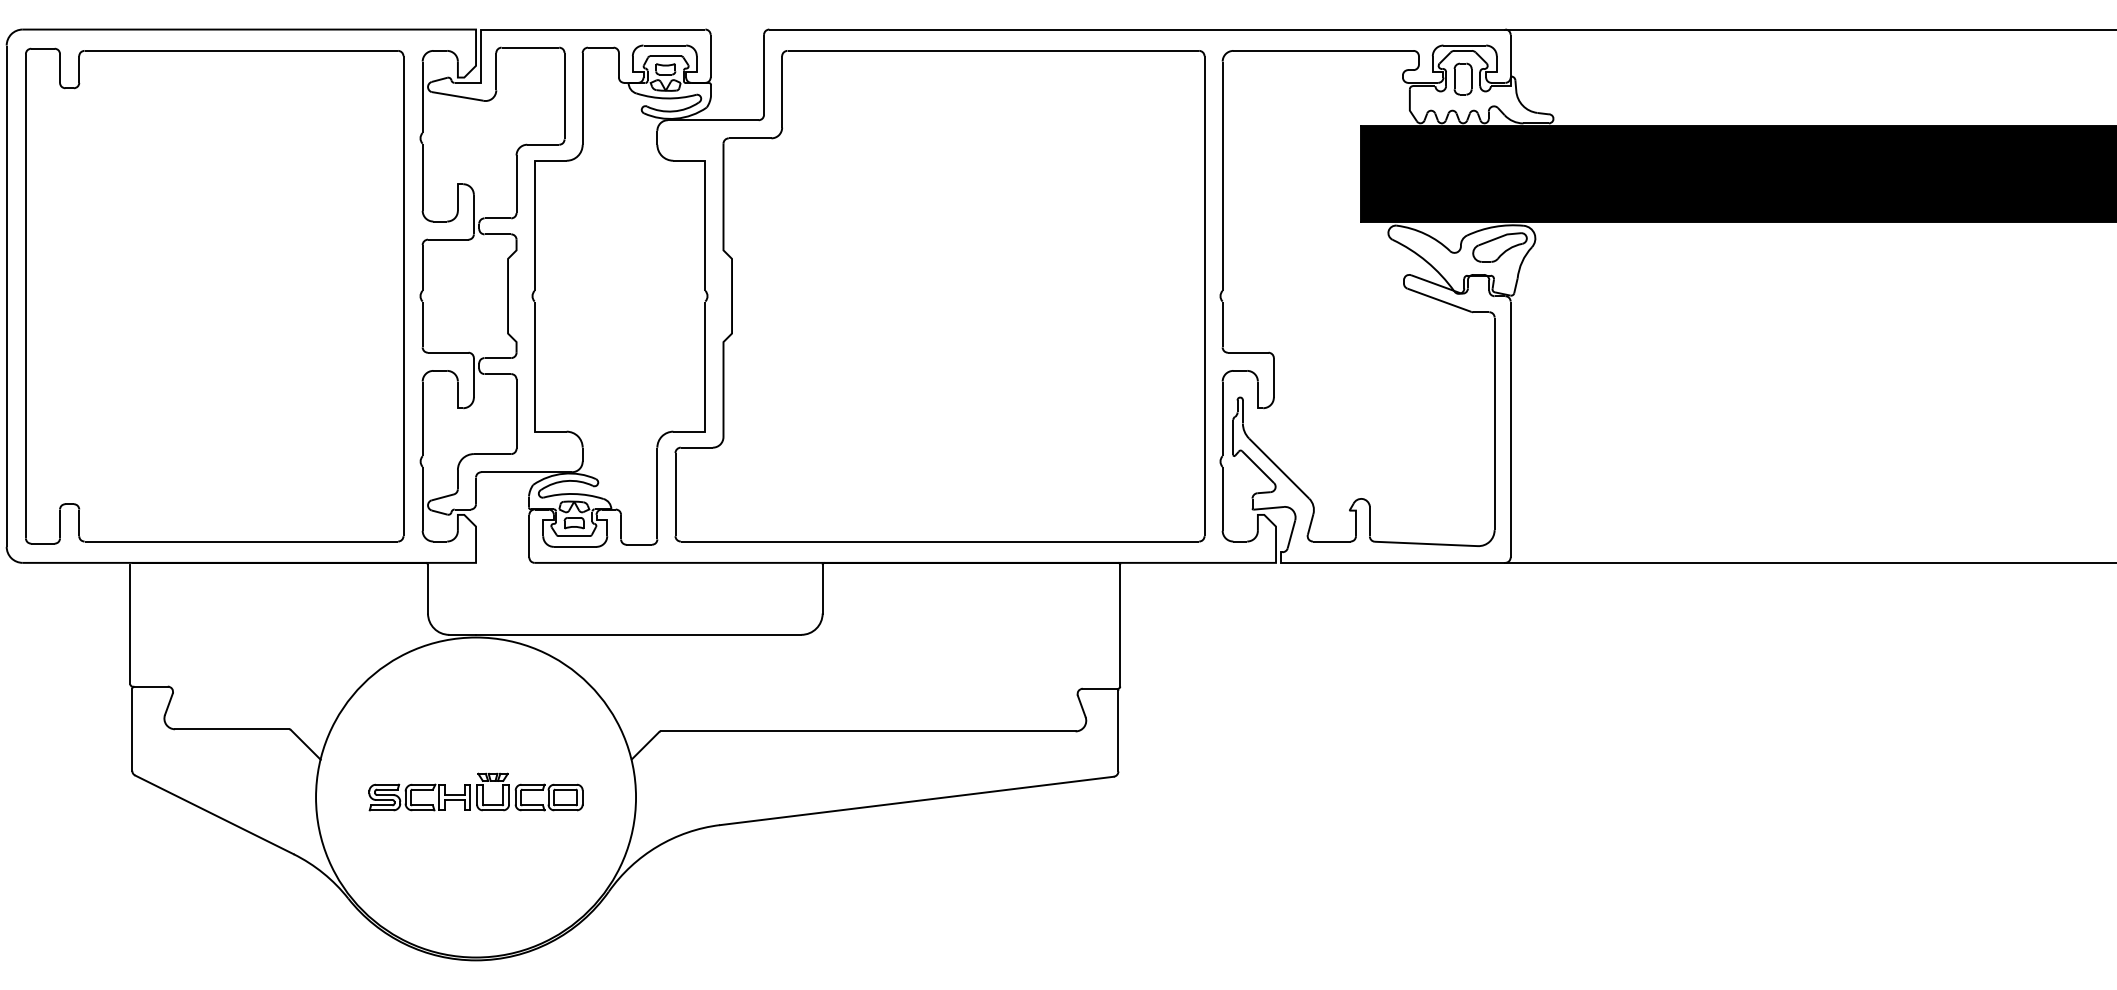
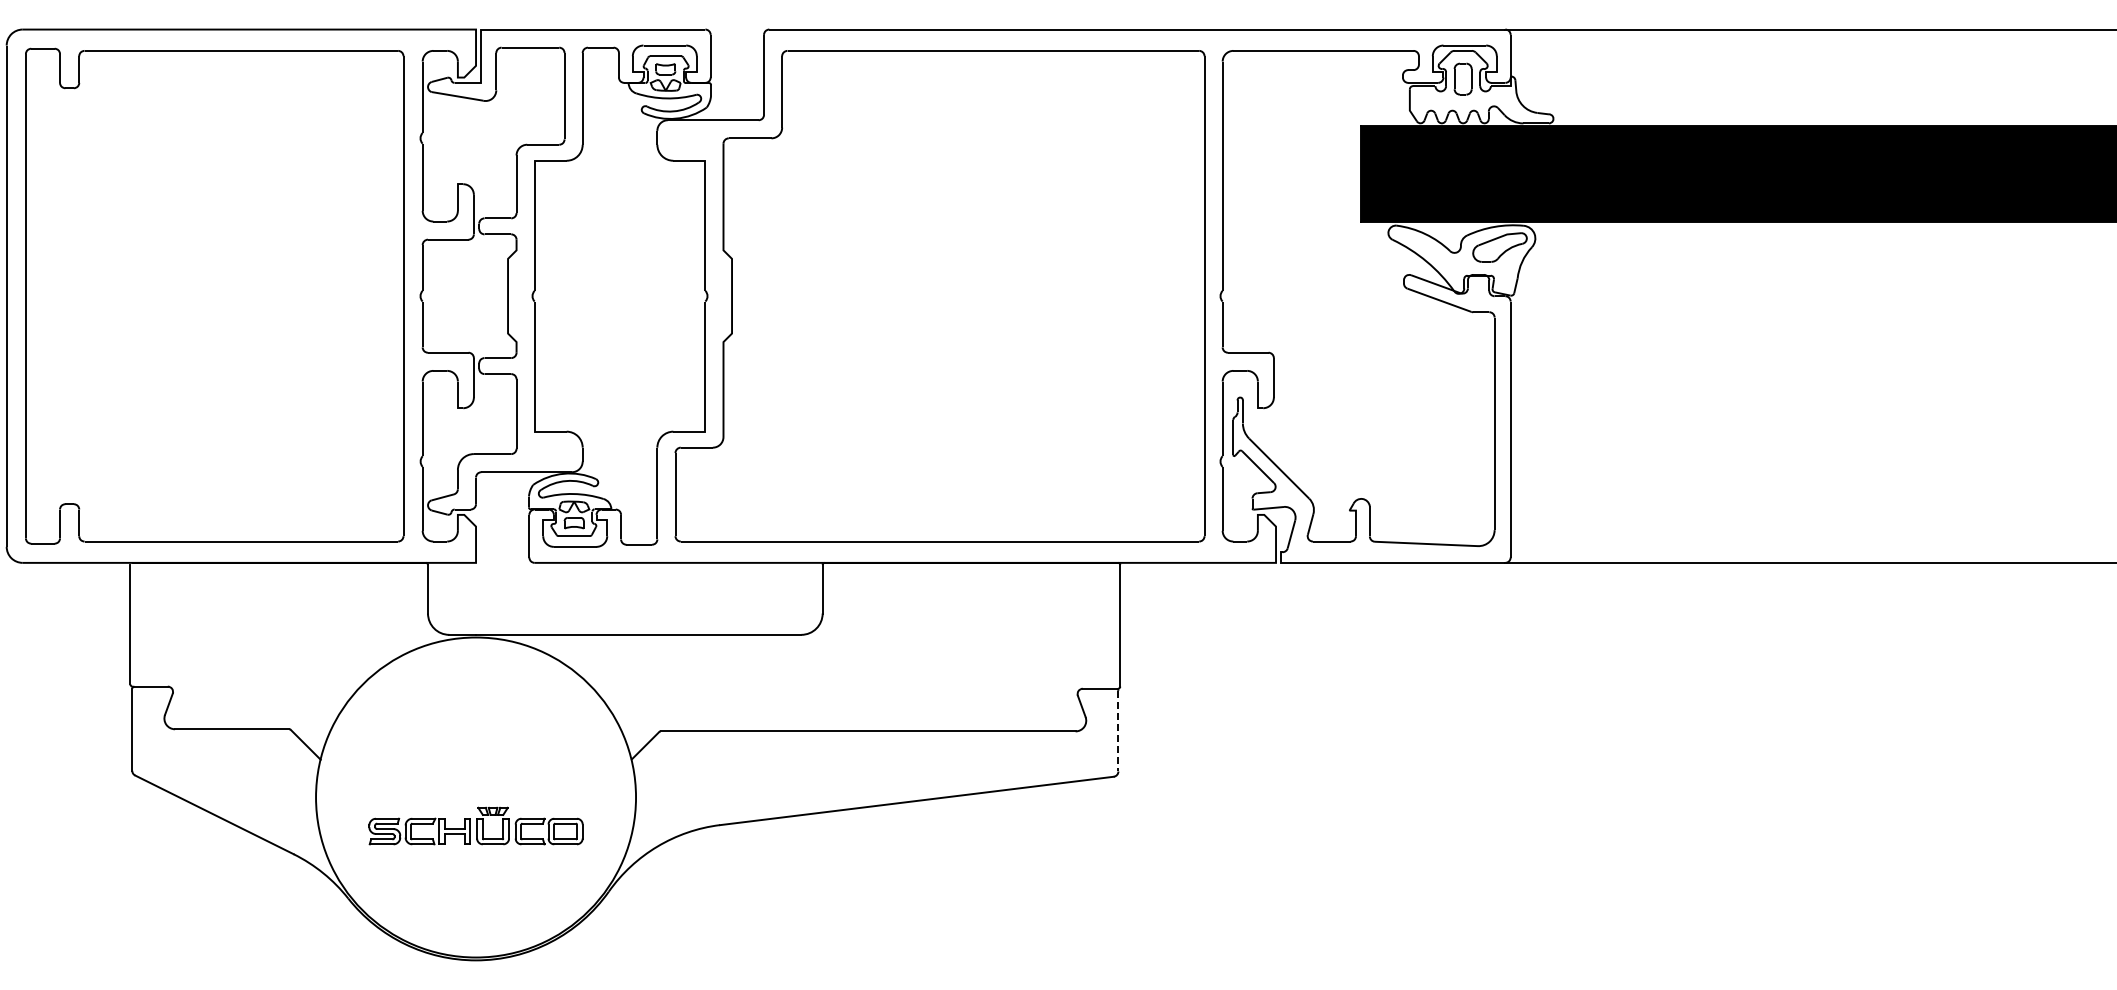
line at (1118, 731): solid -> dashed
part at (475, 791) position: (475, 791) -> (475, 825)
